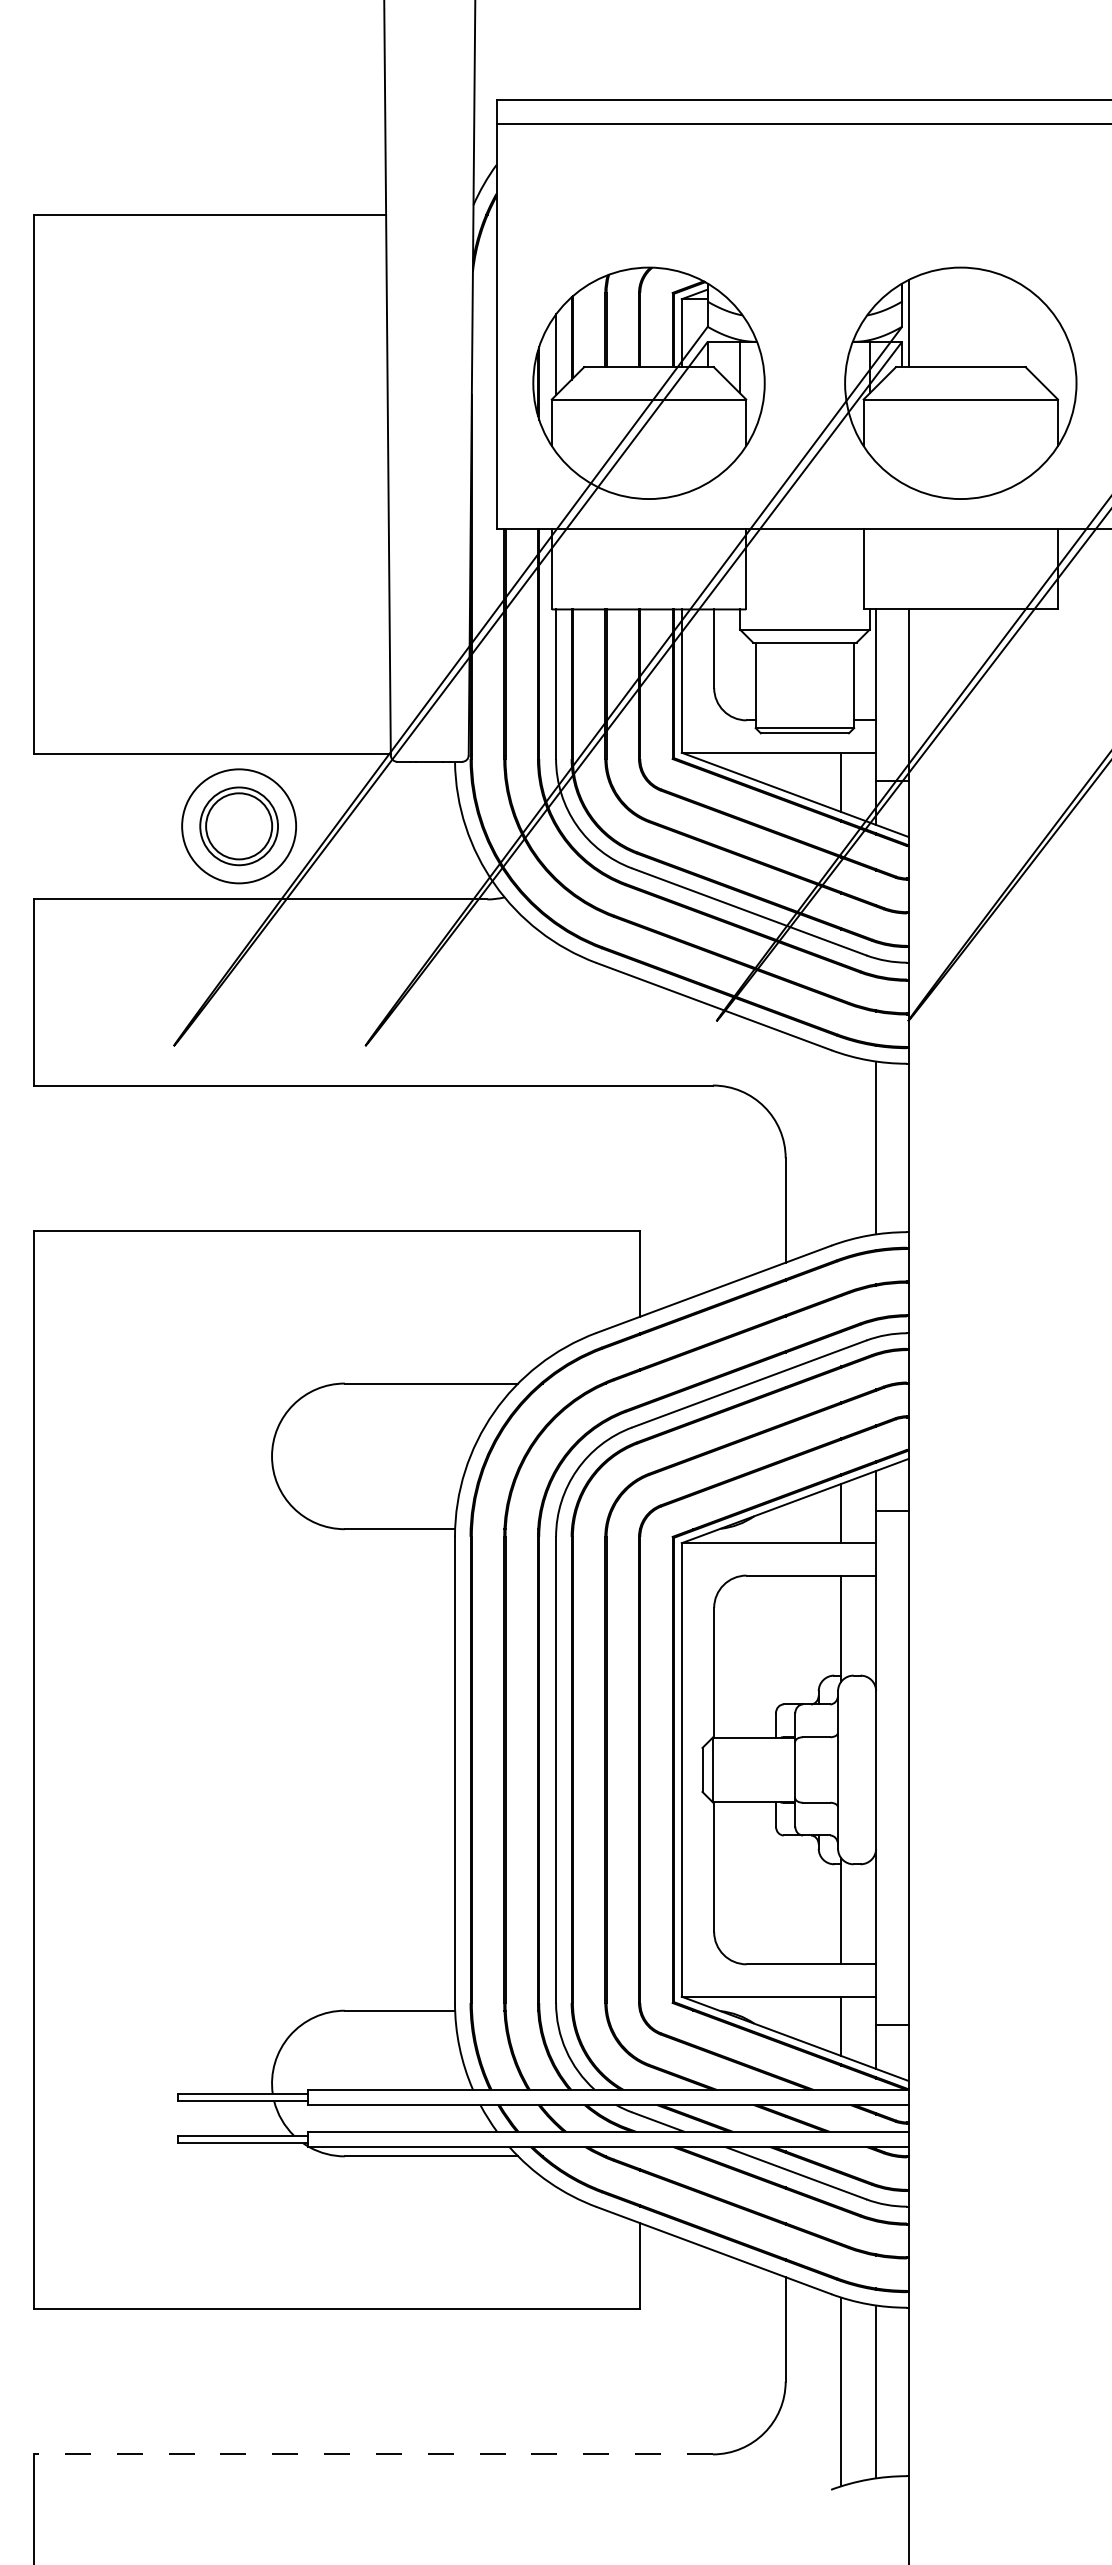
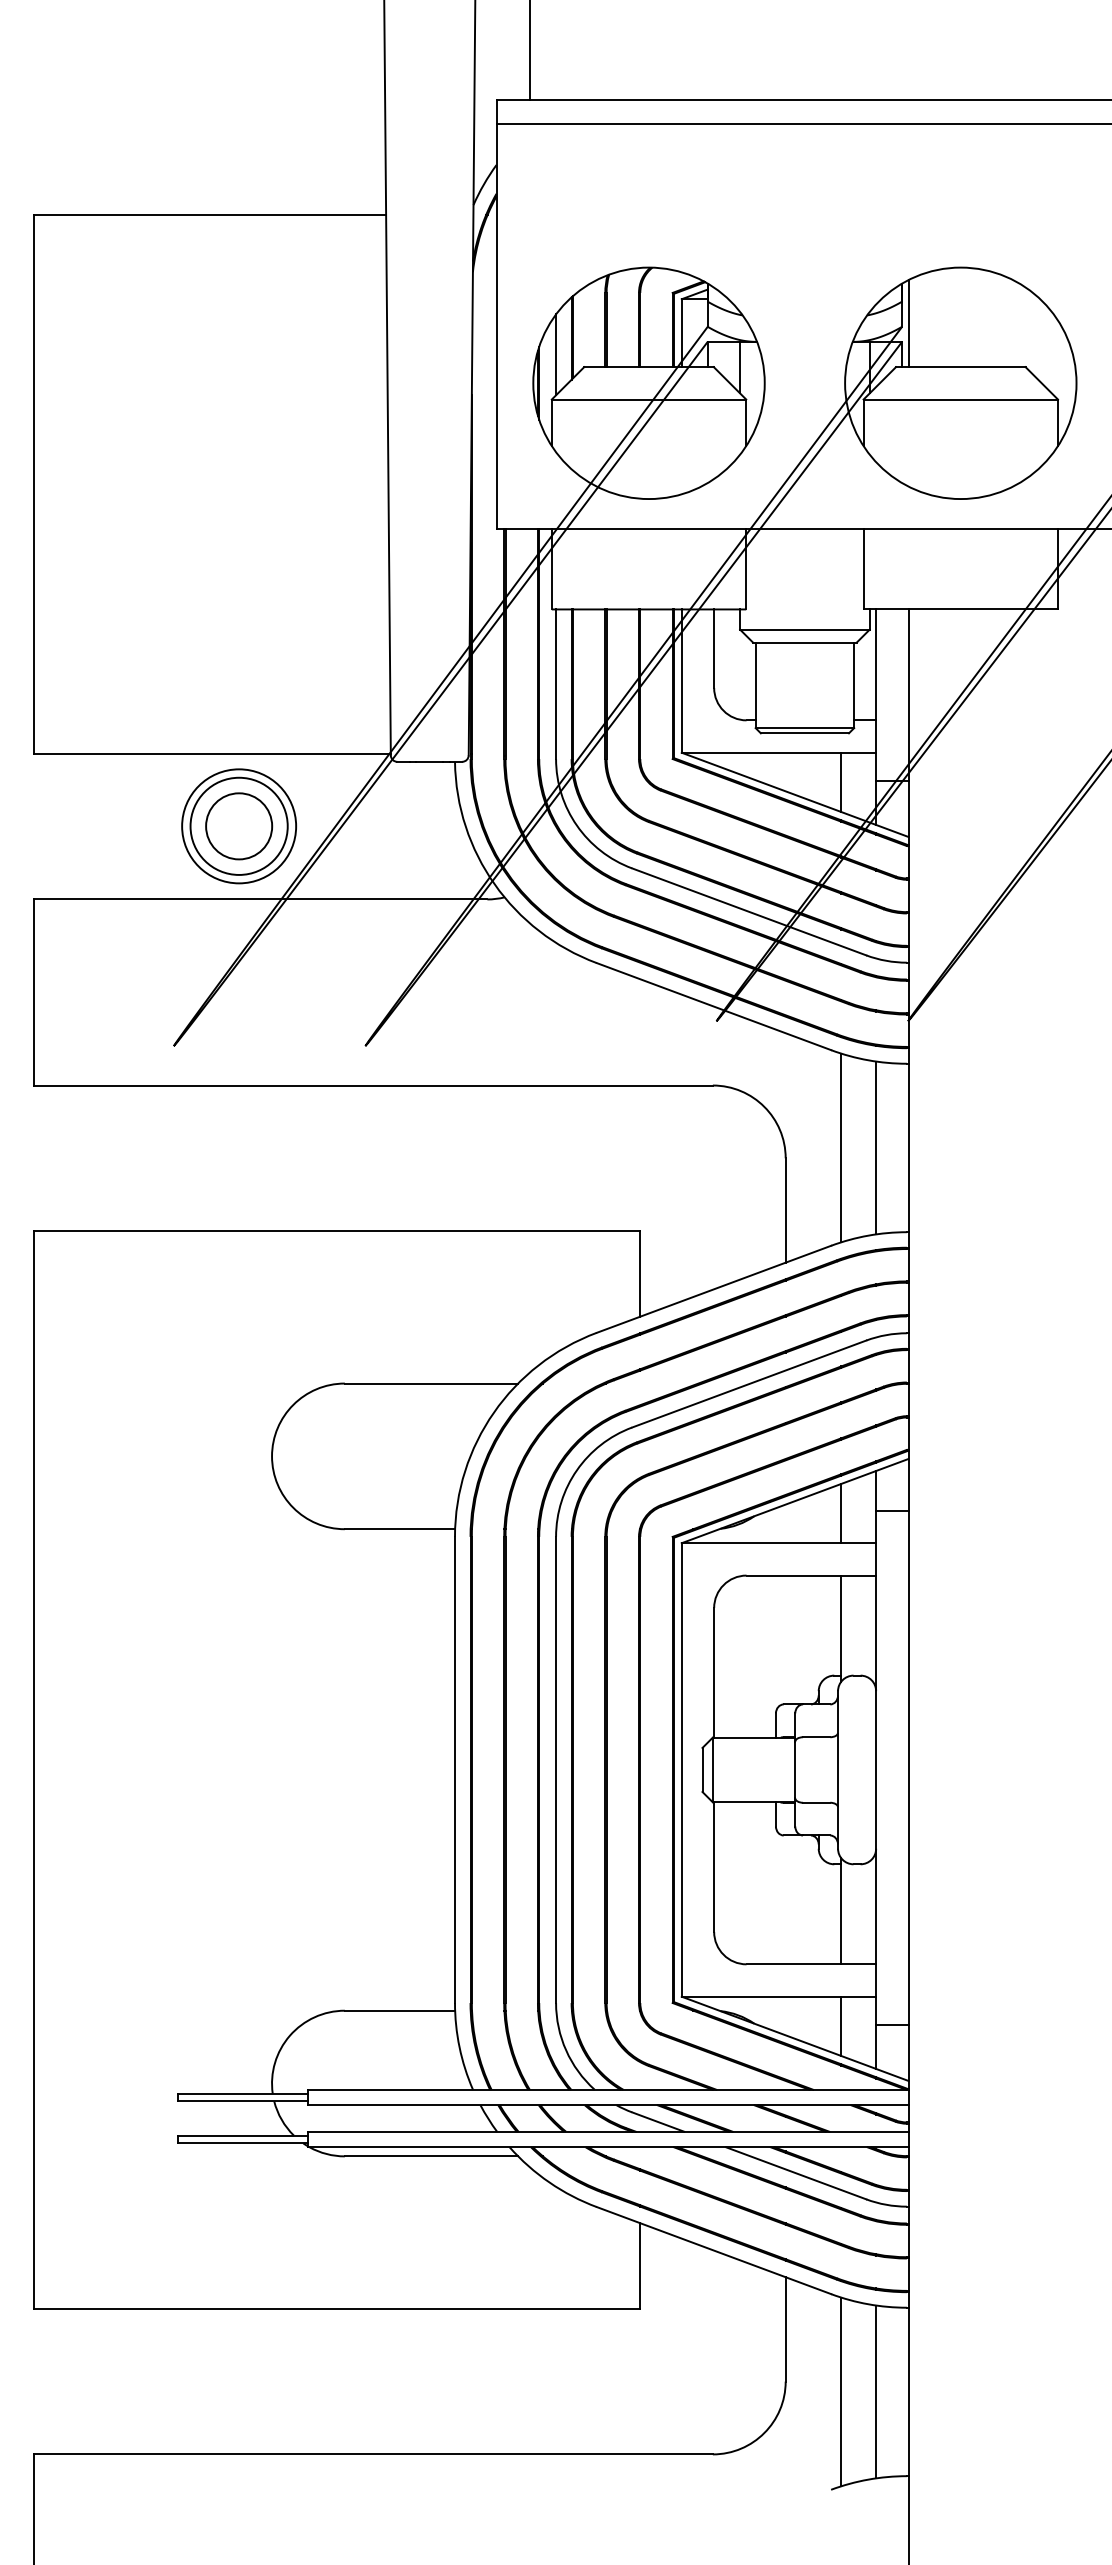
line at (529, 50): none -> present
circle at (239, 826) diameter: 78 px -> 97 px
line at (841, 1147): none -> present
line at (372, 2454): dashed -> solid
